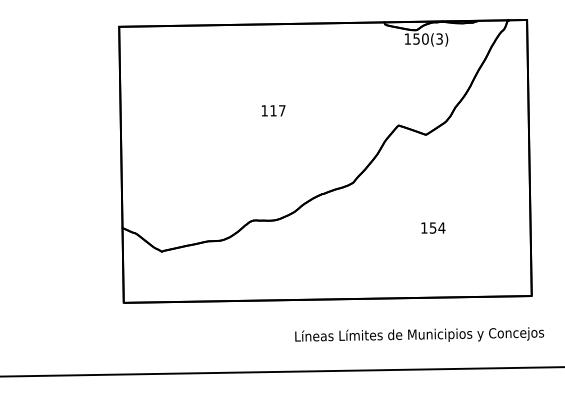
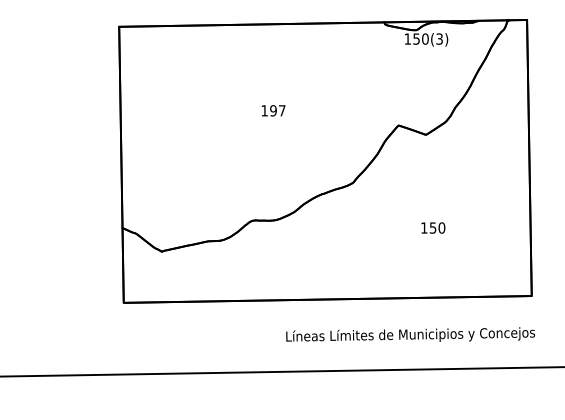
text at (273, 110): 117 -> 197
text at (441, 227): 154 -> 150
text at (419, 334) position: (419, 334) -> (410, 334)
